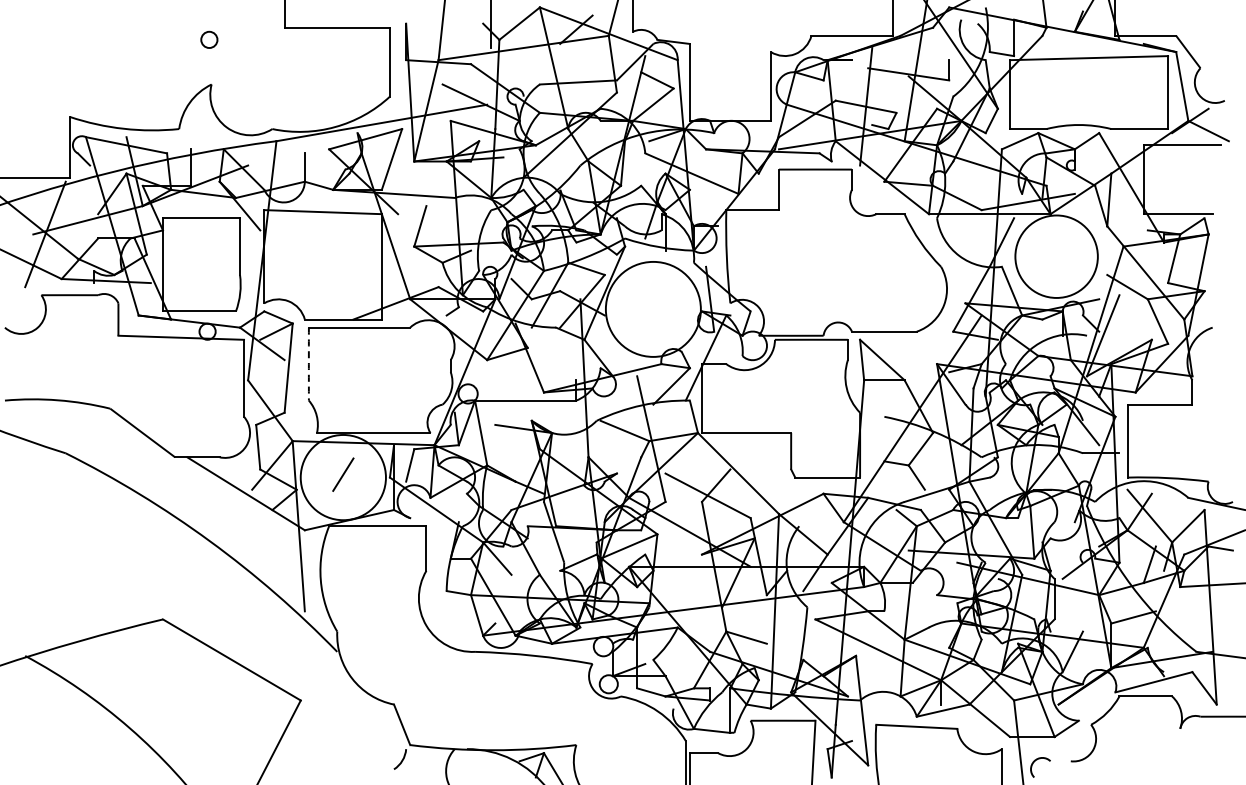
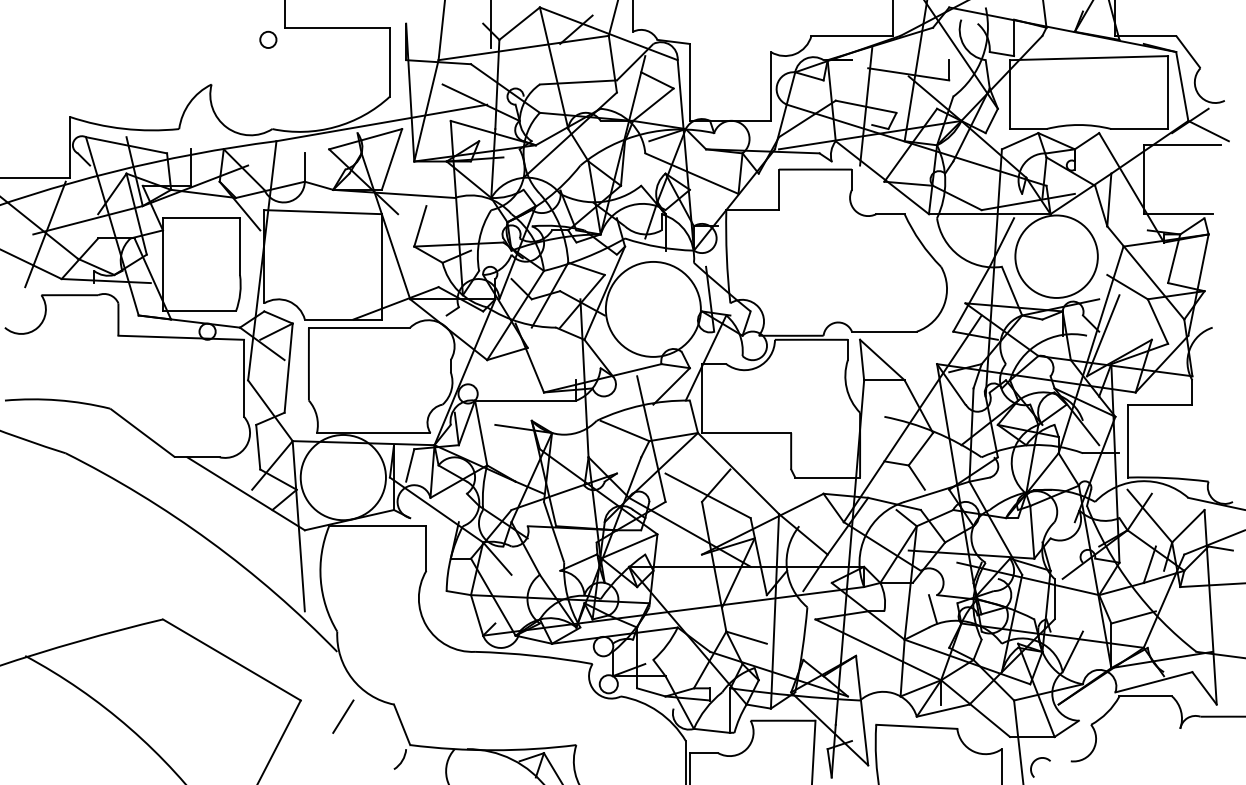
circle at (209, 39) position: (209, 39) -> (268, 39)
arc at (308, 364): dashed -> solid
line at (343, 474) position: (343, 474) -> (343, 716)
line at (932, 609): none -> present
